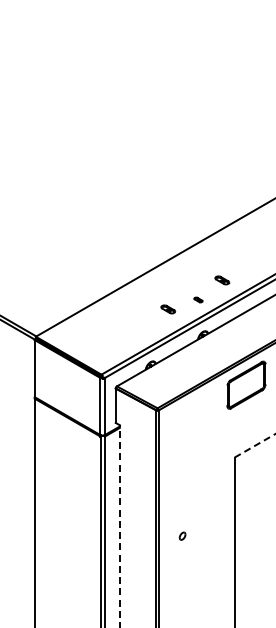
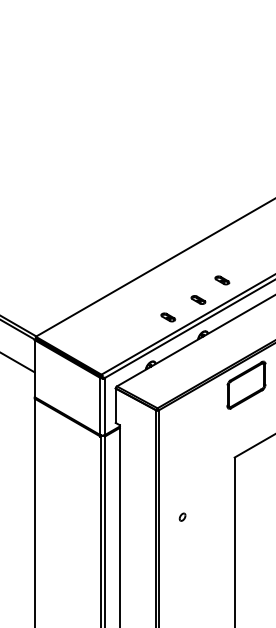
part at (198, 299) size: 11x8 px -> 17x10 px
part at (168, 309) position: (168, 309) -> (168, 317)
line at (18, 362): none -> present
line at (255, 445): dashed -> solid
line at (119, 526): dashed -> solid
part at (182, 535) position: (182, 535) -> (182, 516)
